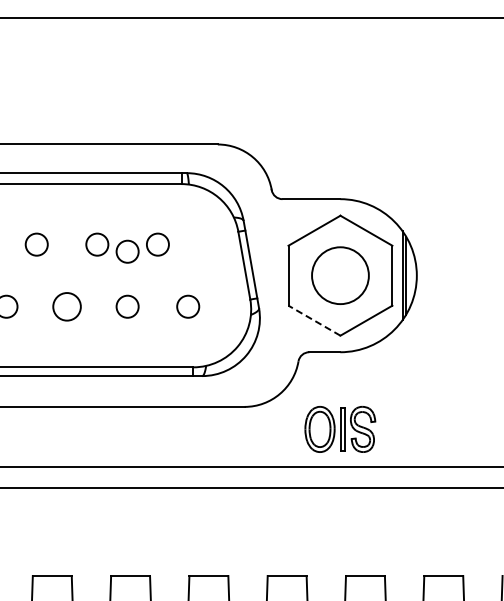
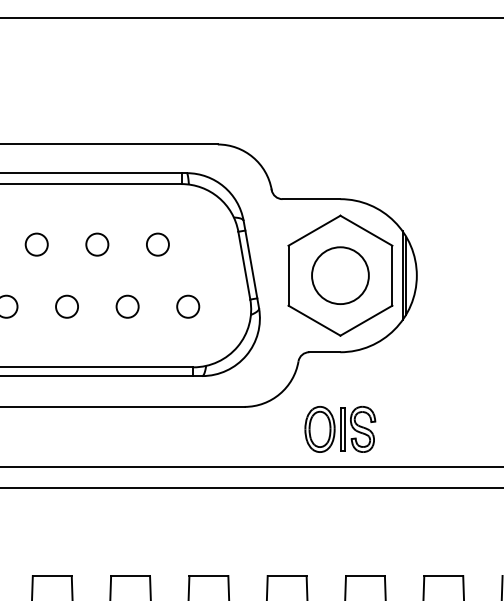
circle at (127, 251): present -> none
circle at (66, 306) size: 30x30 px -> 24x25 px
line at (314, 320): dashed -> solid
